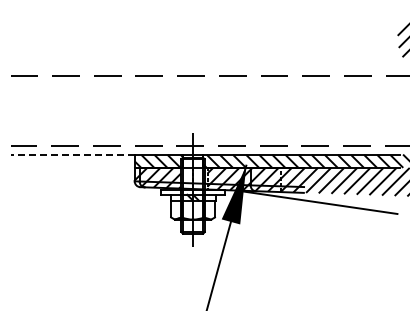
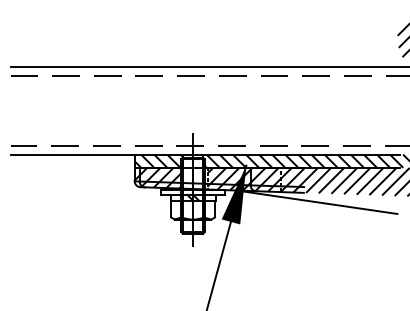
line at (208, 67): none -> present
line at (72, 154): dashed -> solid
